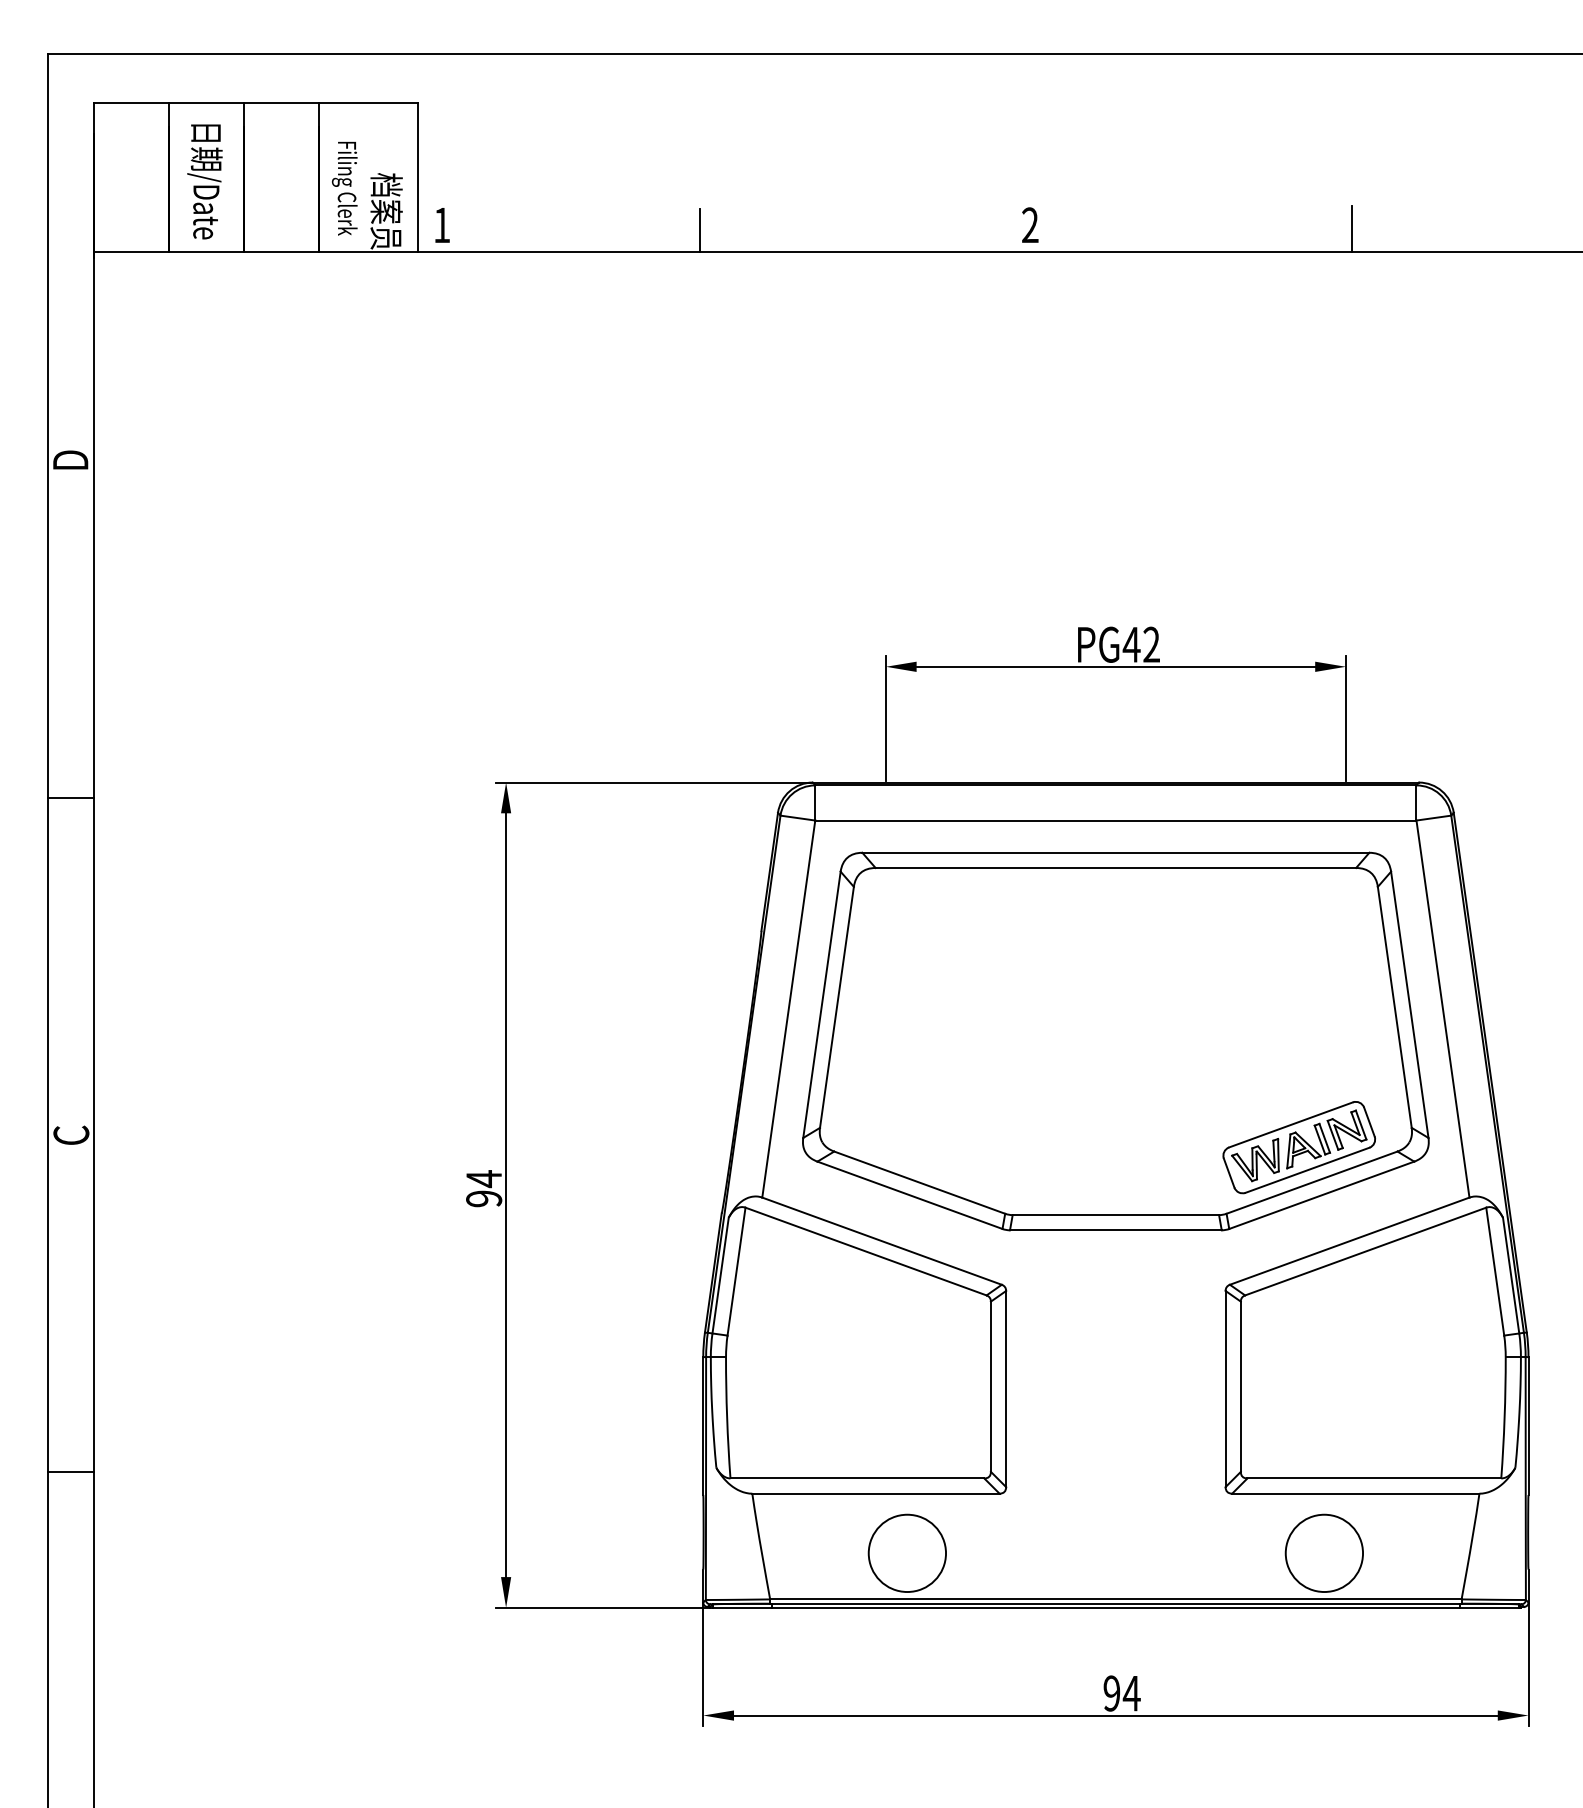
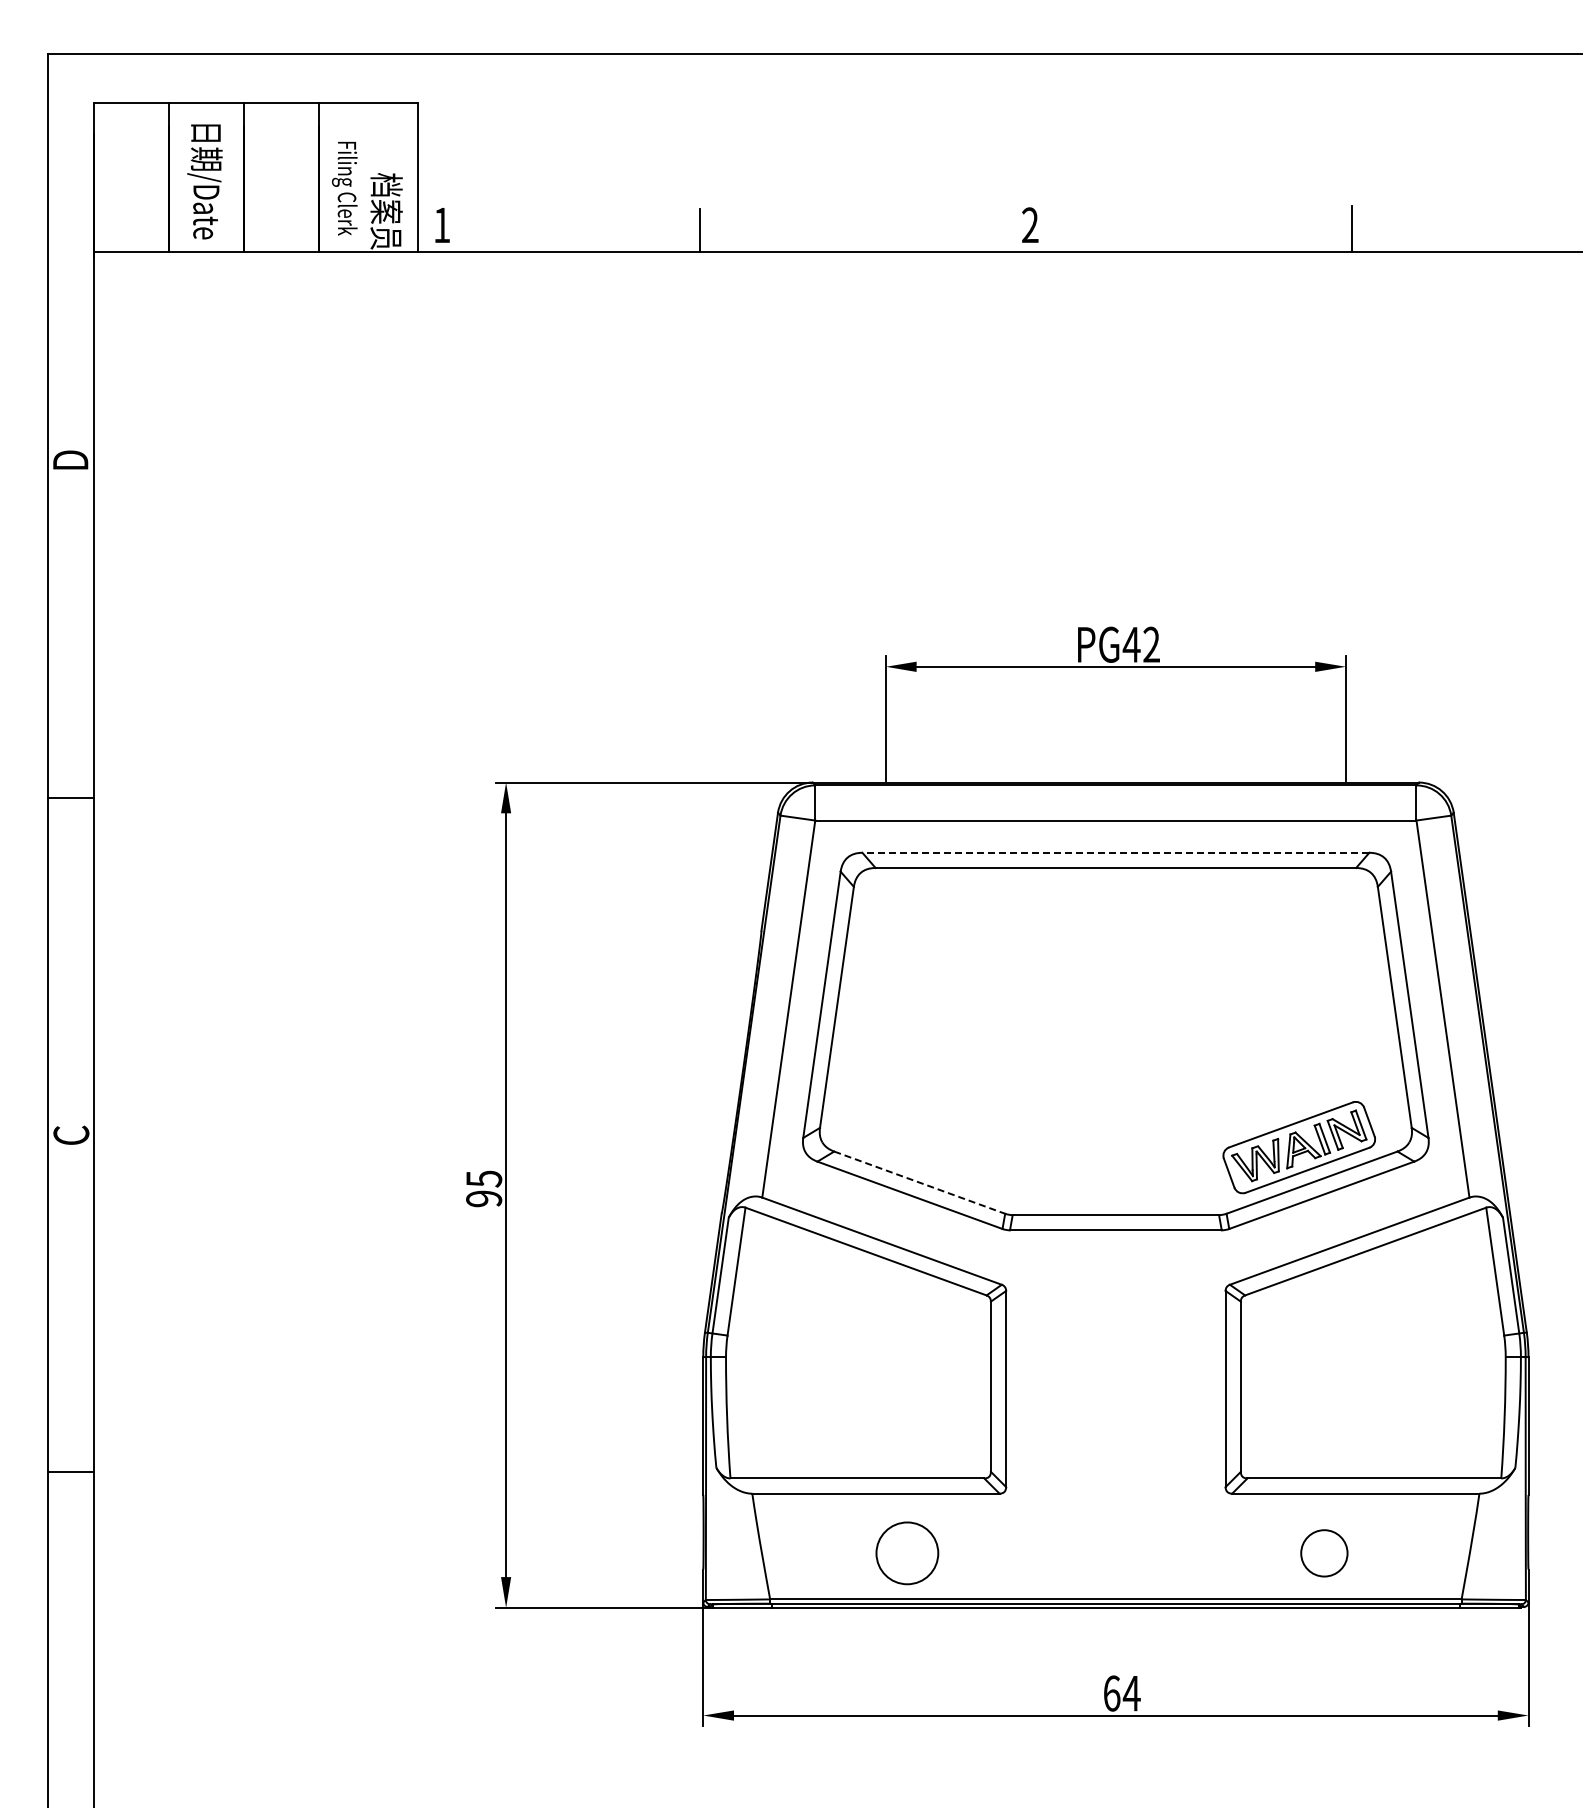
line at (1115, 852): solid -> dashed
text at (484, 1179): 94 -> 95
line at (919, 1182): solid -> dashed
circle at (907, 1553) diameter: 77 px -> 62 px
circle at (1324, 1553) diameter: 77 px -> 46 px
text at (1111, 1693): 94 -> 64
